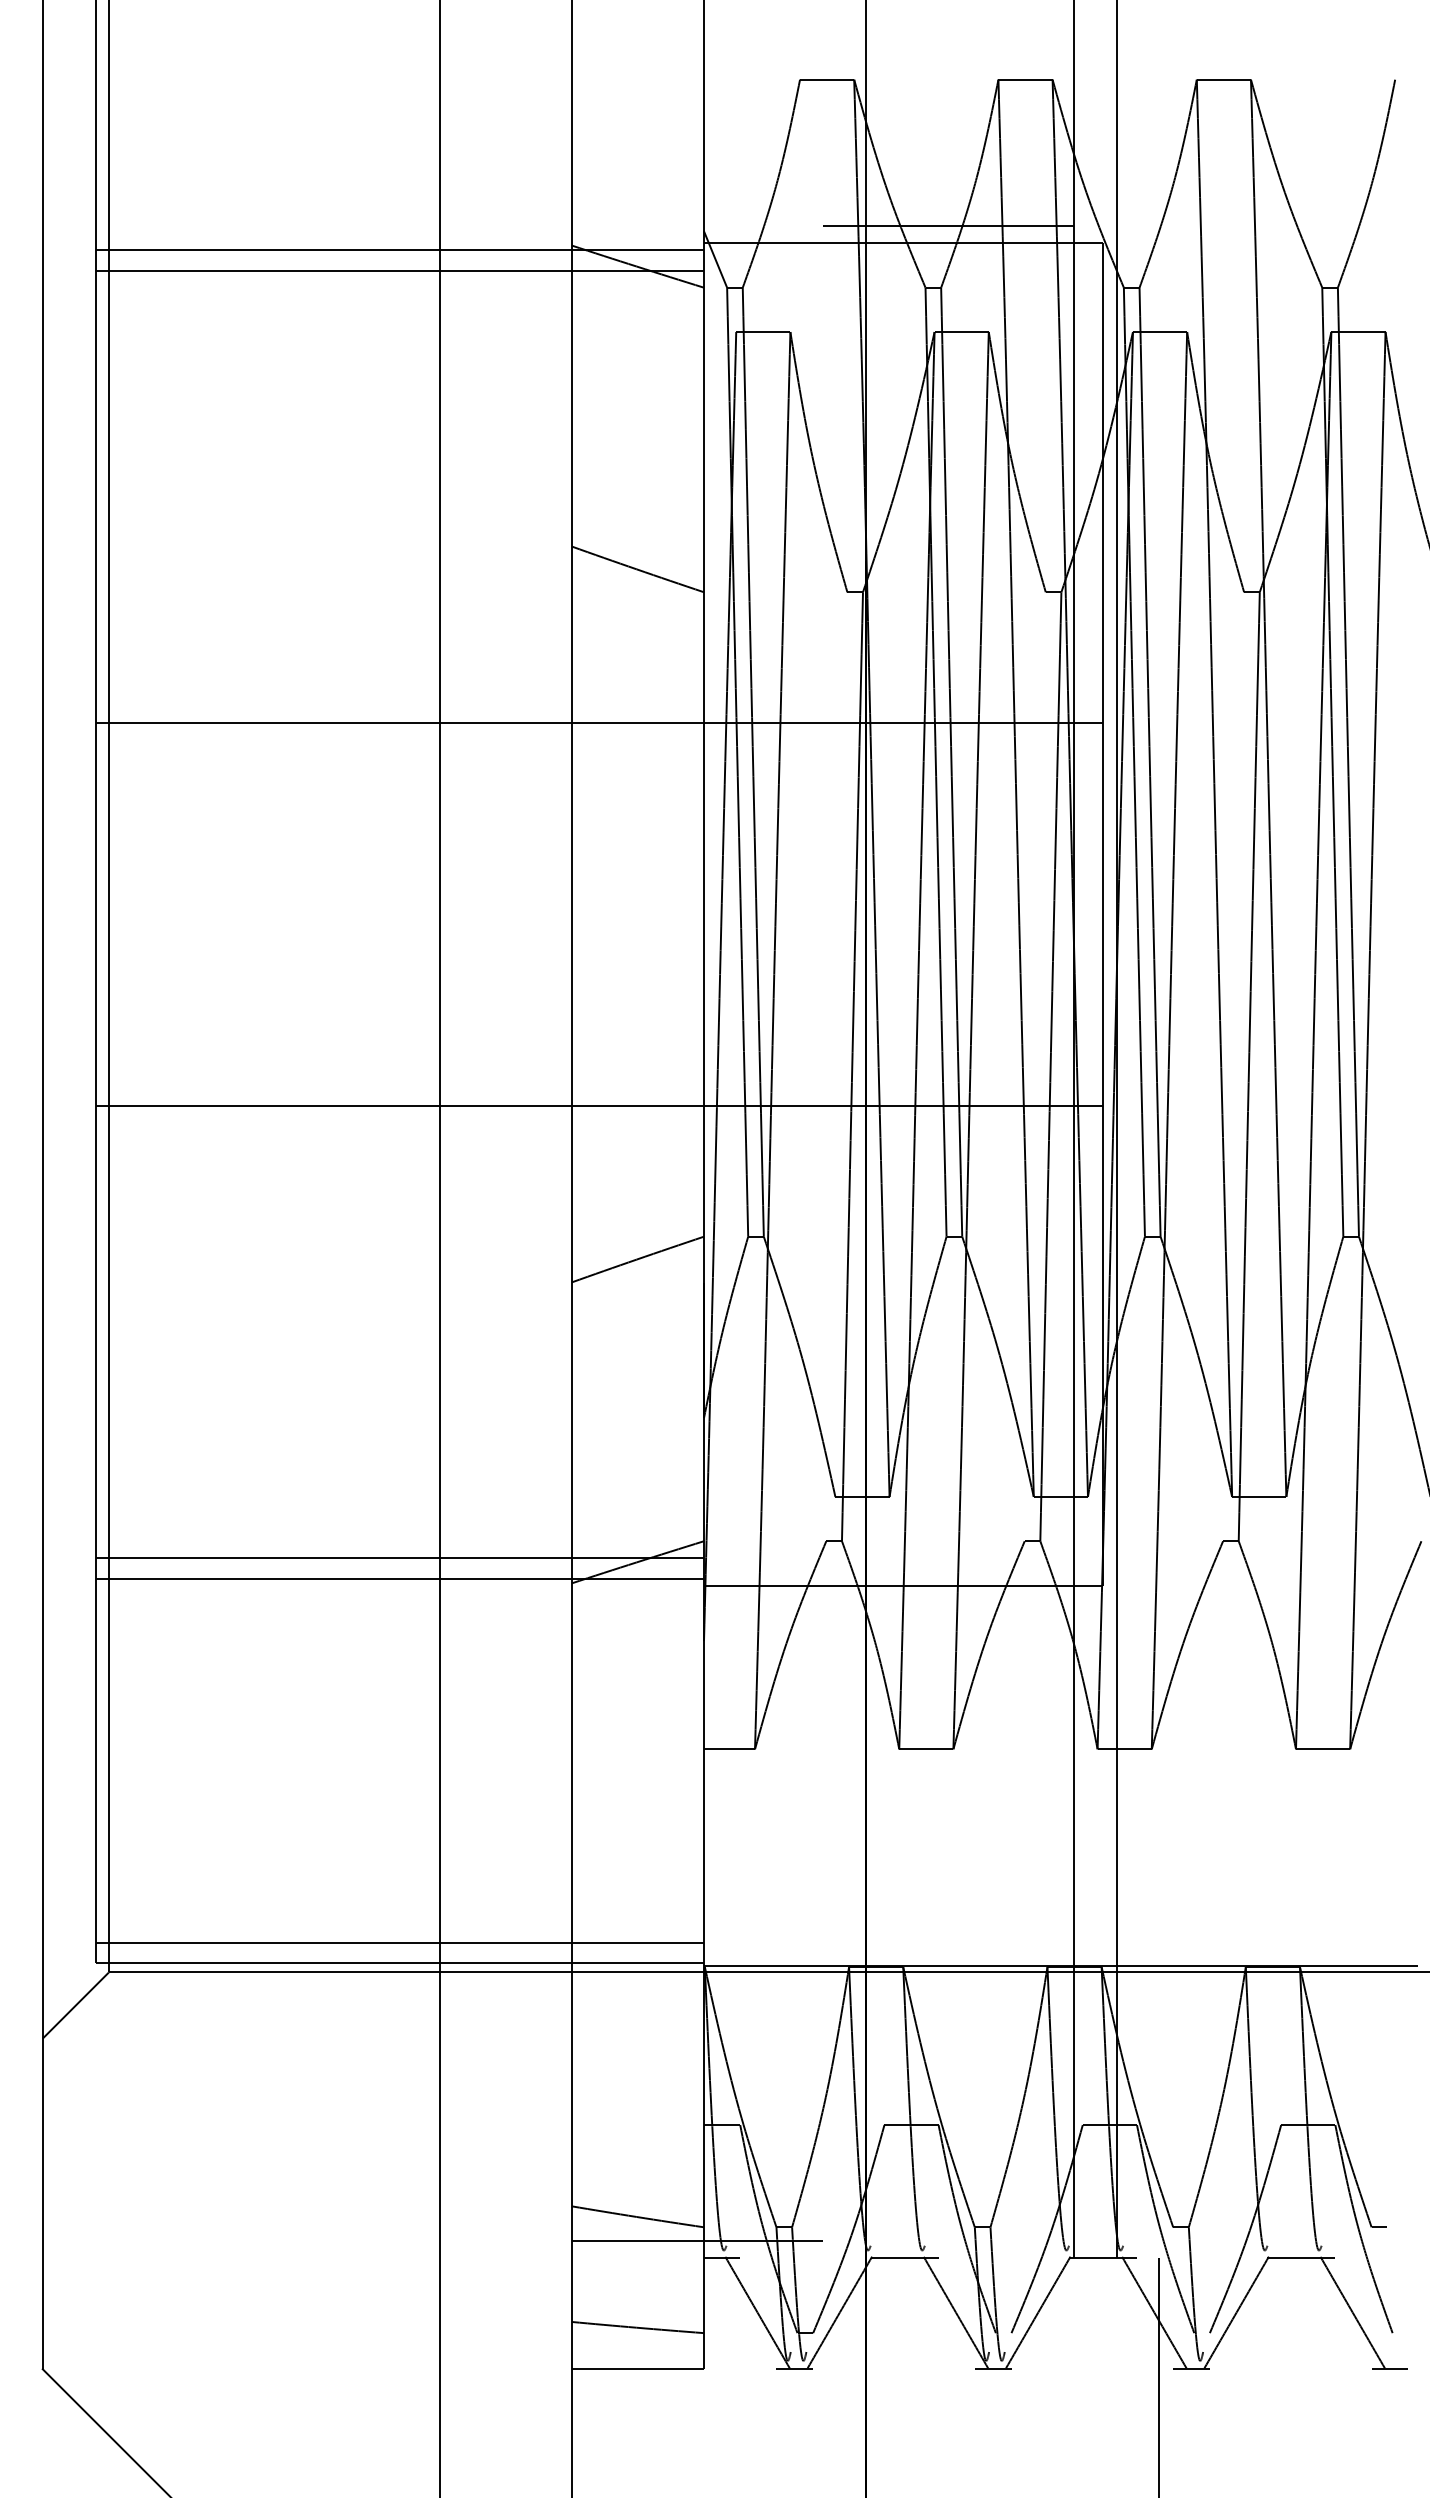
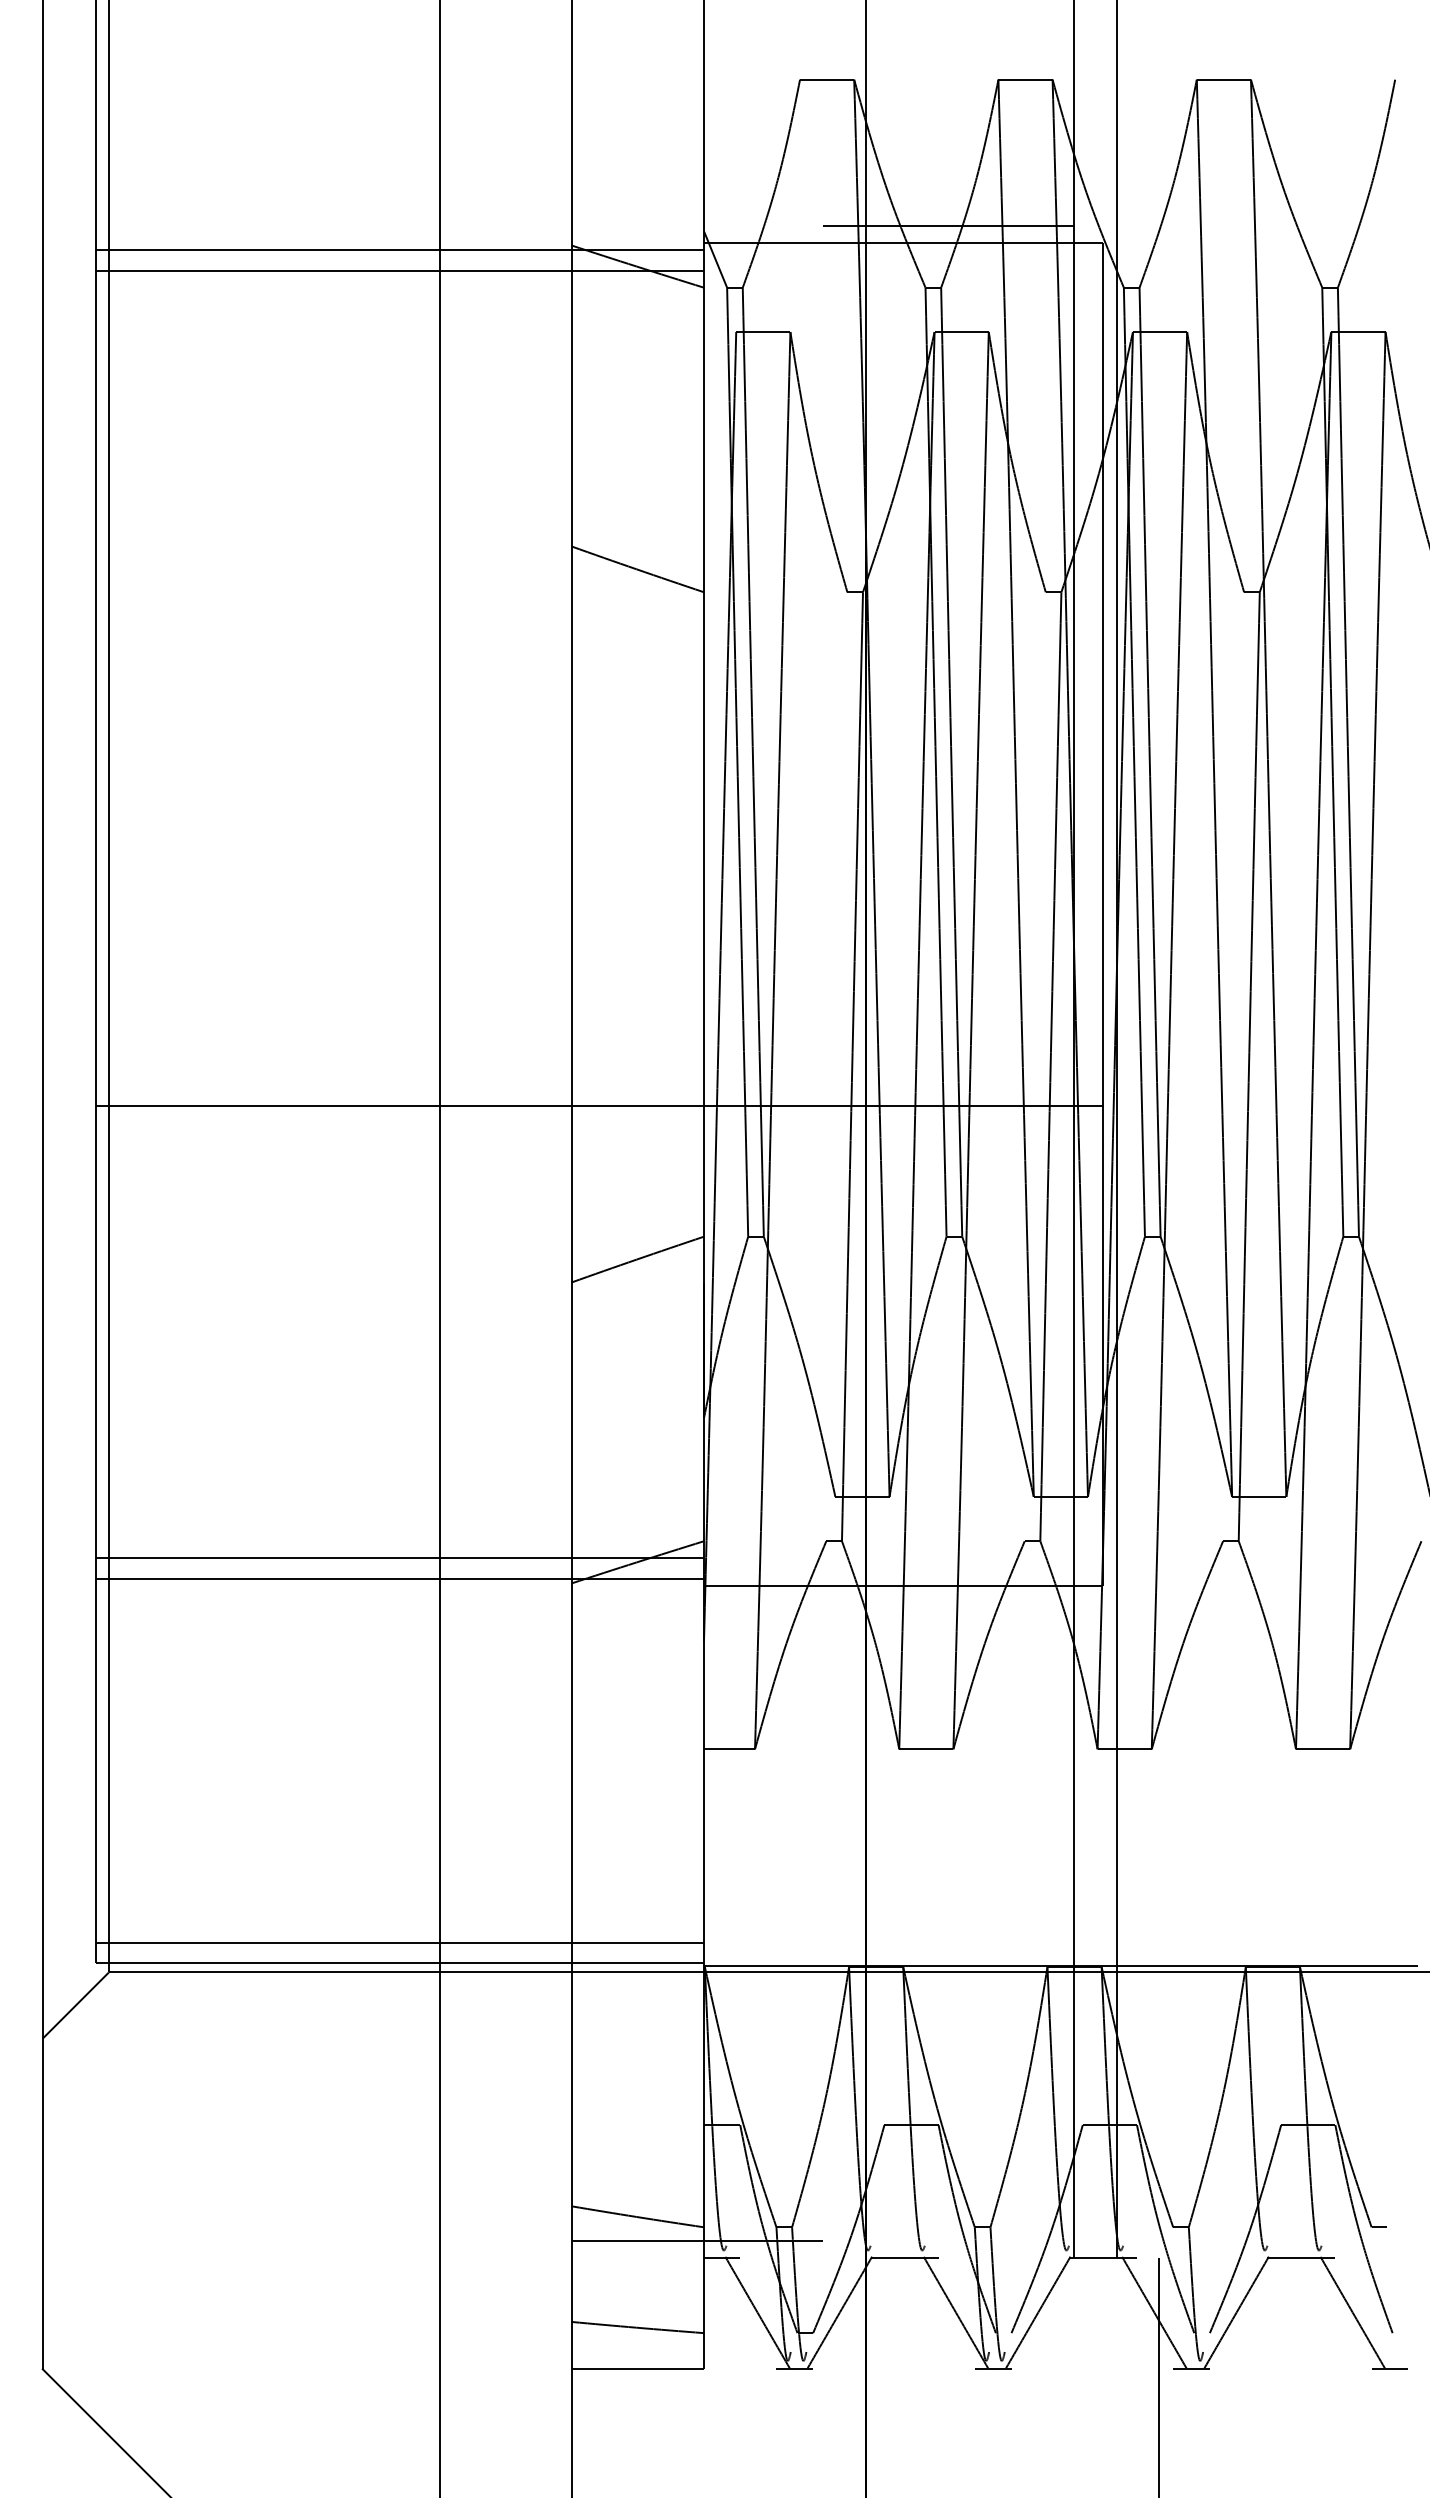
line at (599, 723): present -> none
